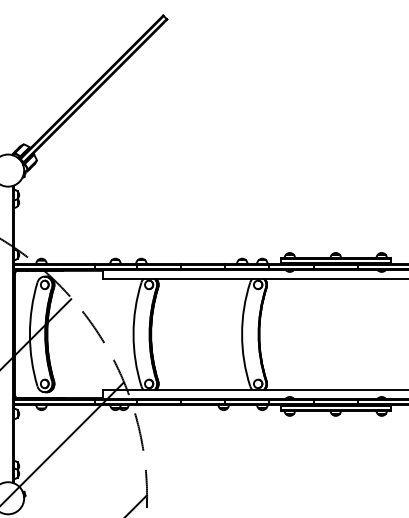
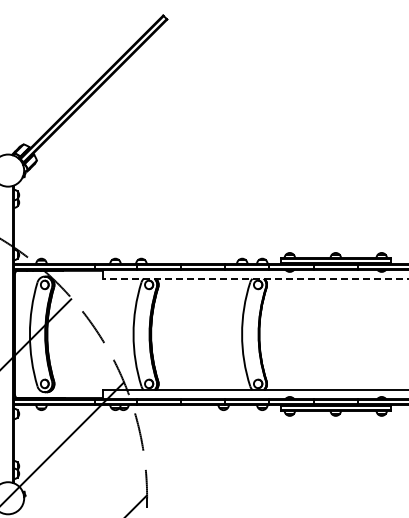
line at (255, 278): solid -> dashed
